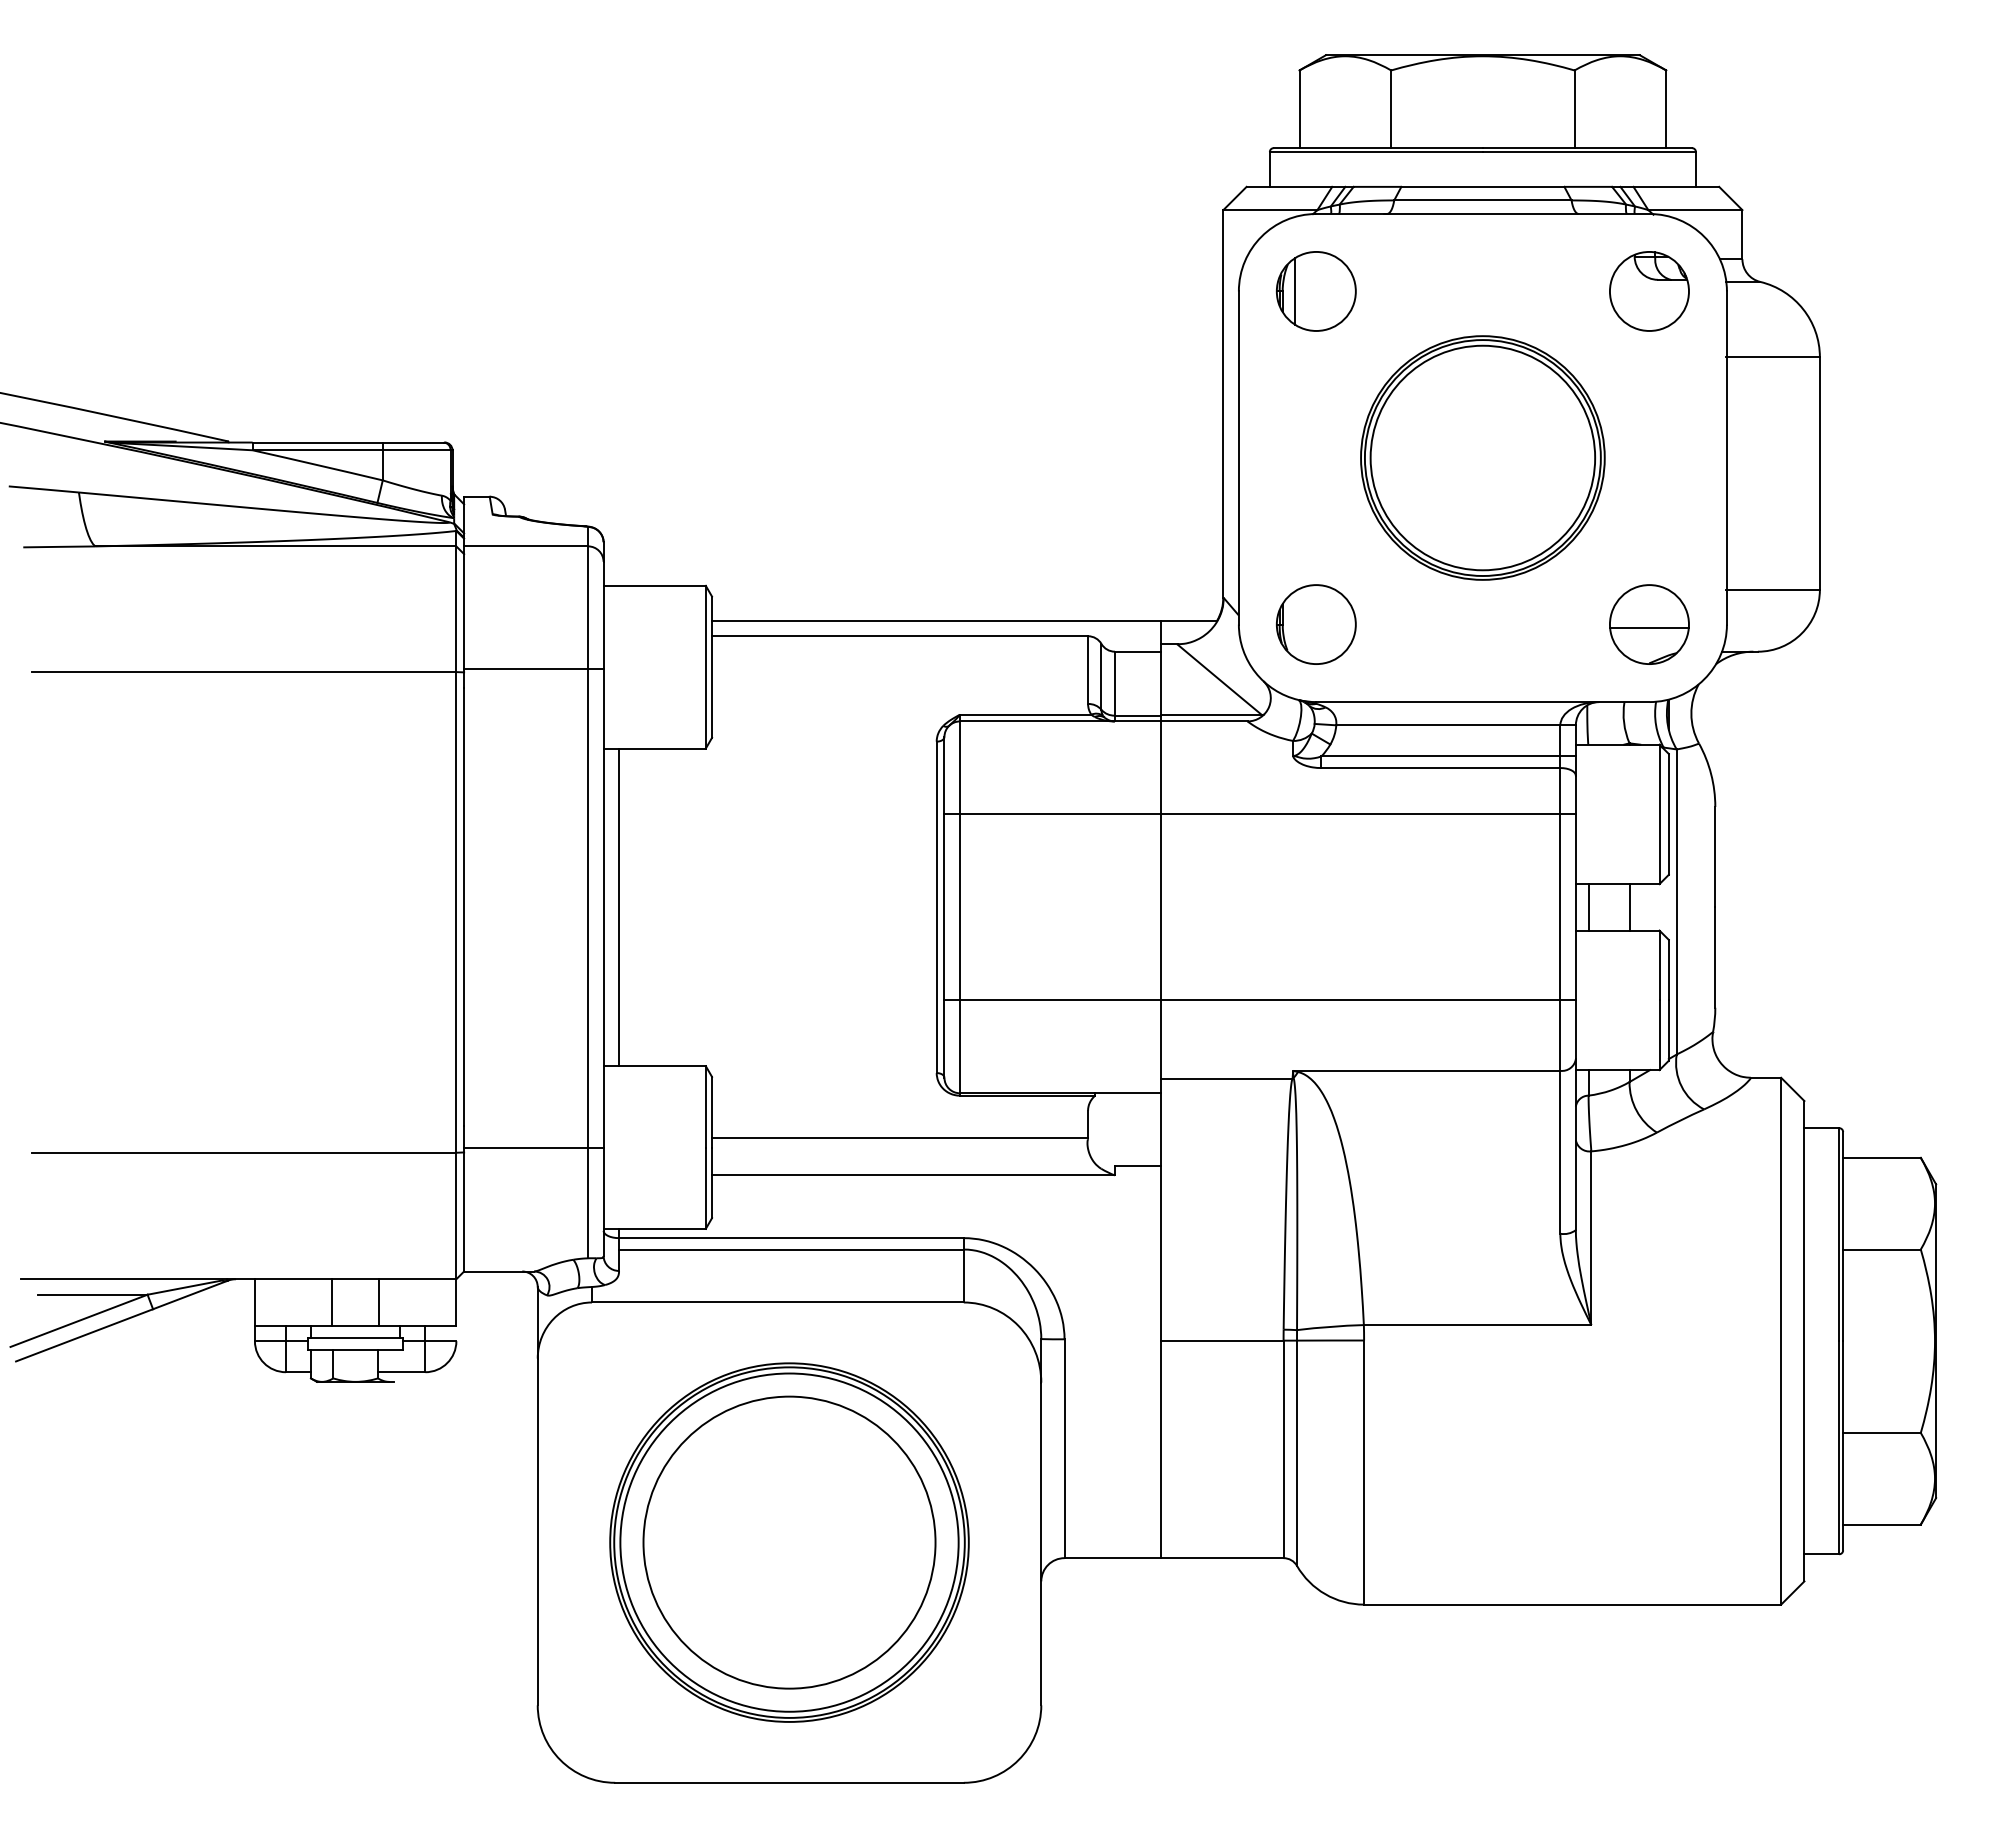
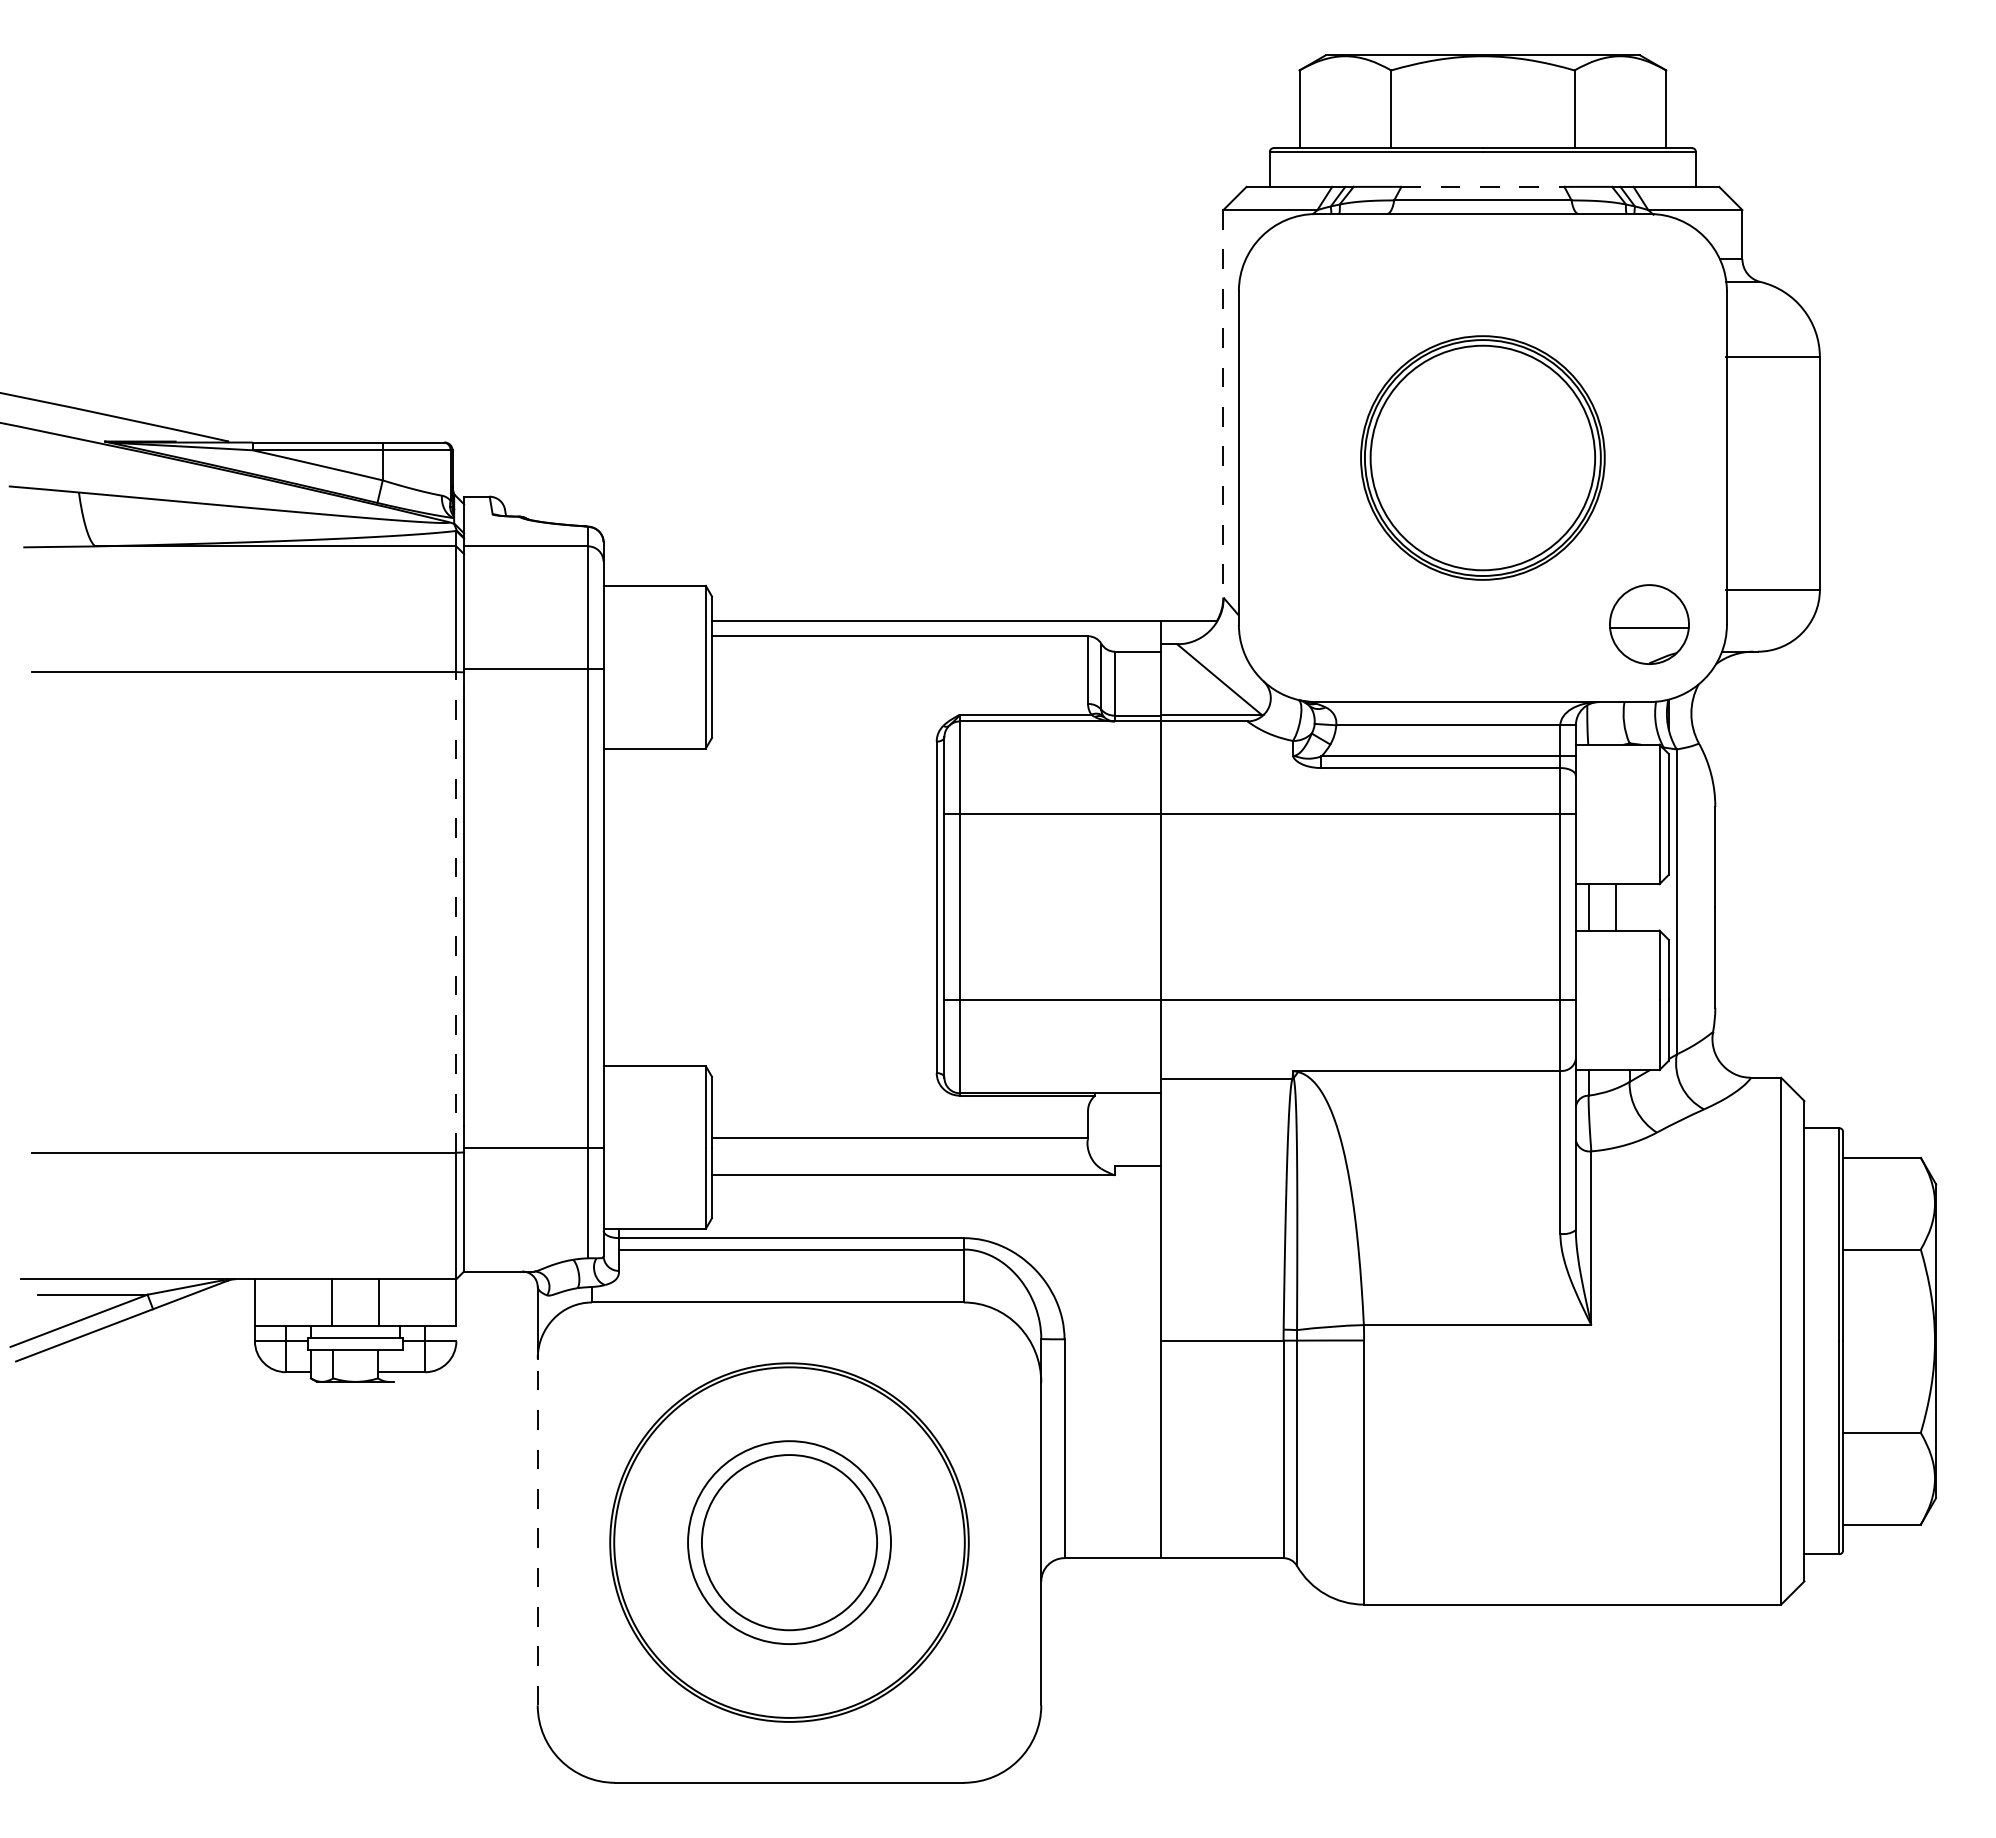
line at (1482, 186): solid -> dashed
part at (1316, 291): present -> none
part at (1649, 291): present -> none
line at (1223, 404): solid -> dashed
part at (1316, 624): present -> none
line at (619, 907): present -> none
line at (1629, 907) position: (1629, 907) -> (1615, 907)
line at (456, 911): solid -> dashed
line at (537, 1531): solid -> dashed
circle at (789, 1542) diameter: 292 px -> 175 px
circle at (789, 1542) diameter: 338 px -> 203 px
